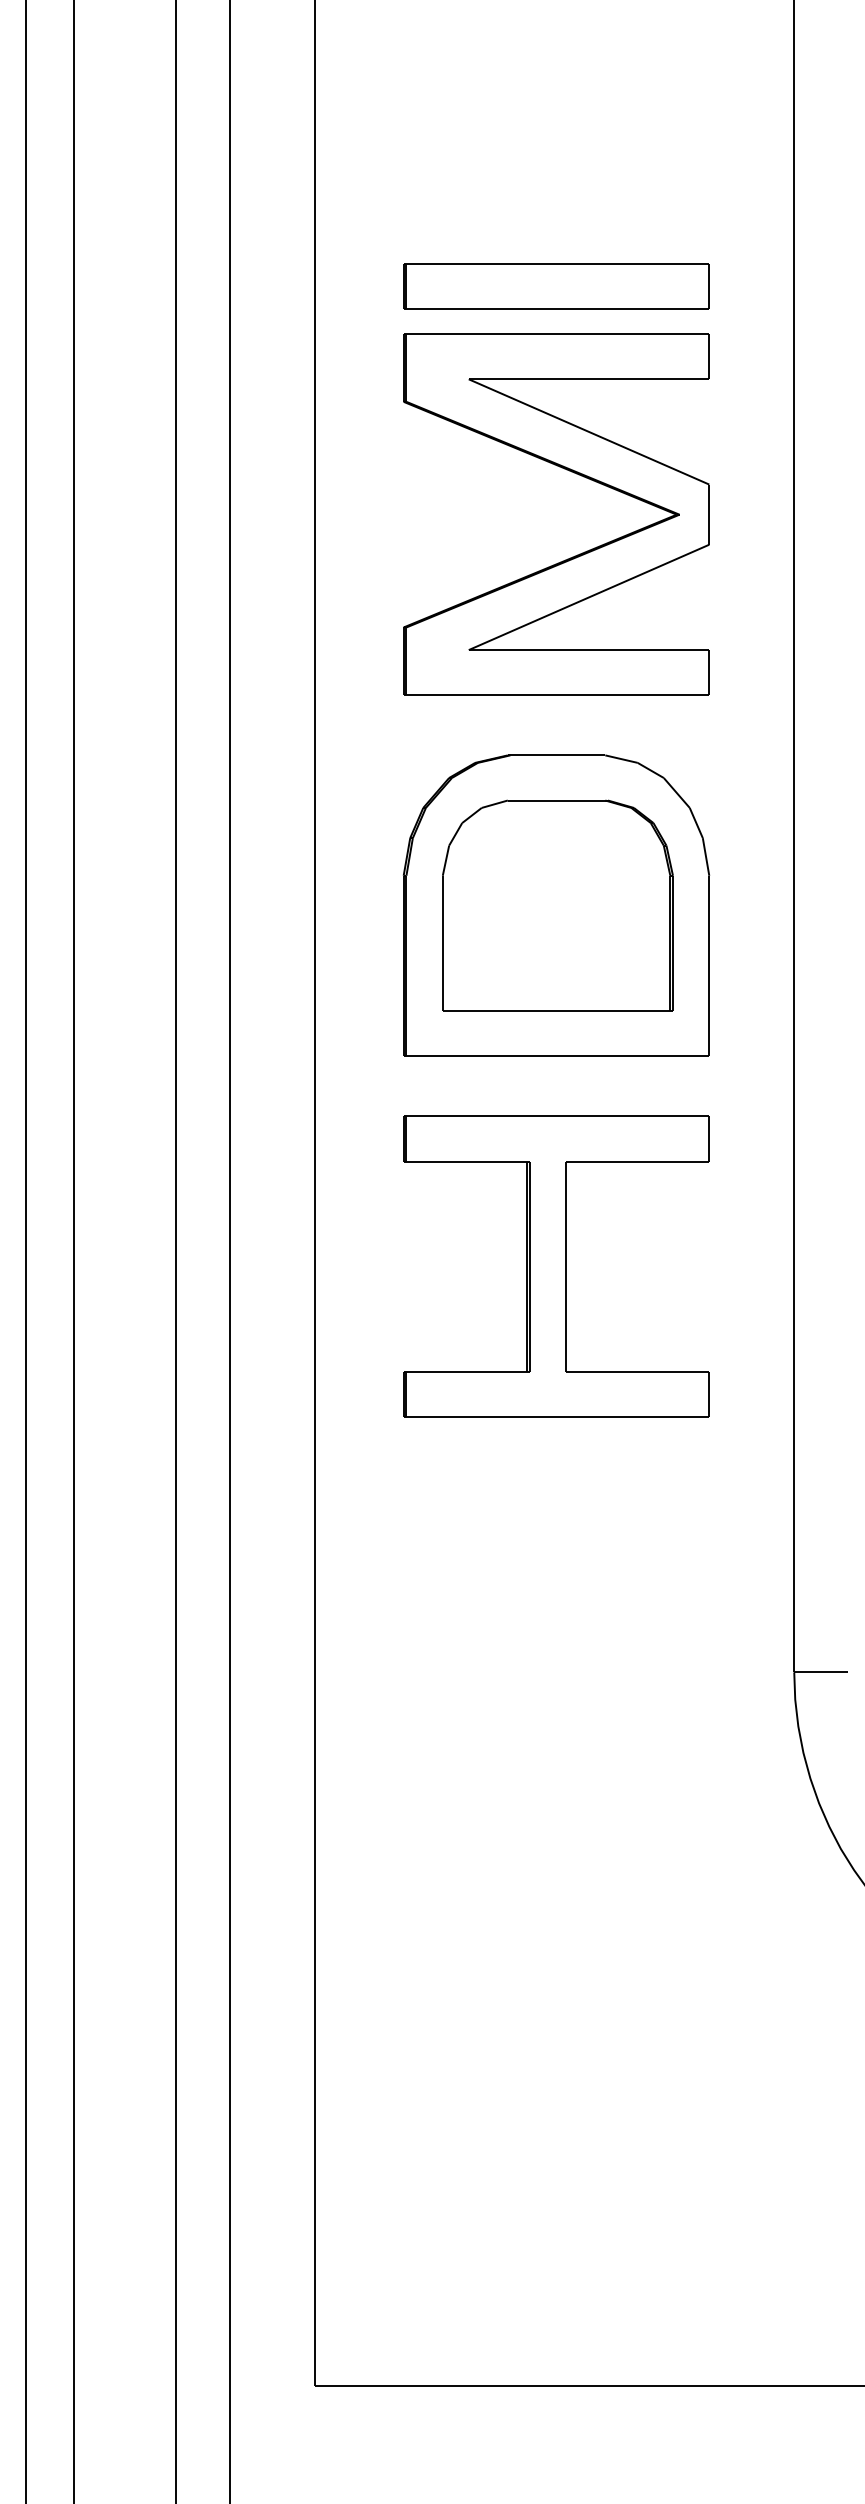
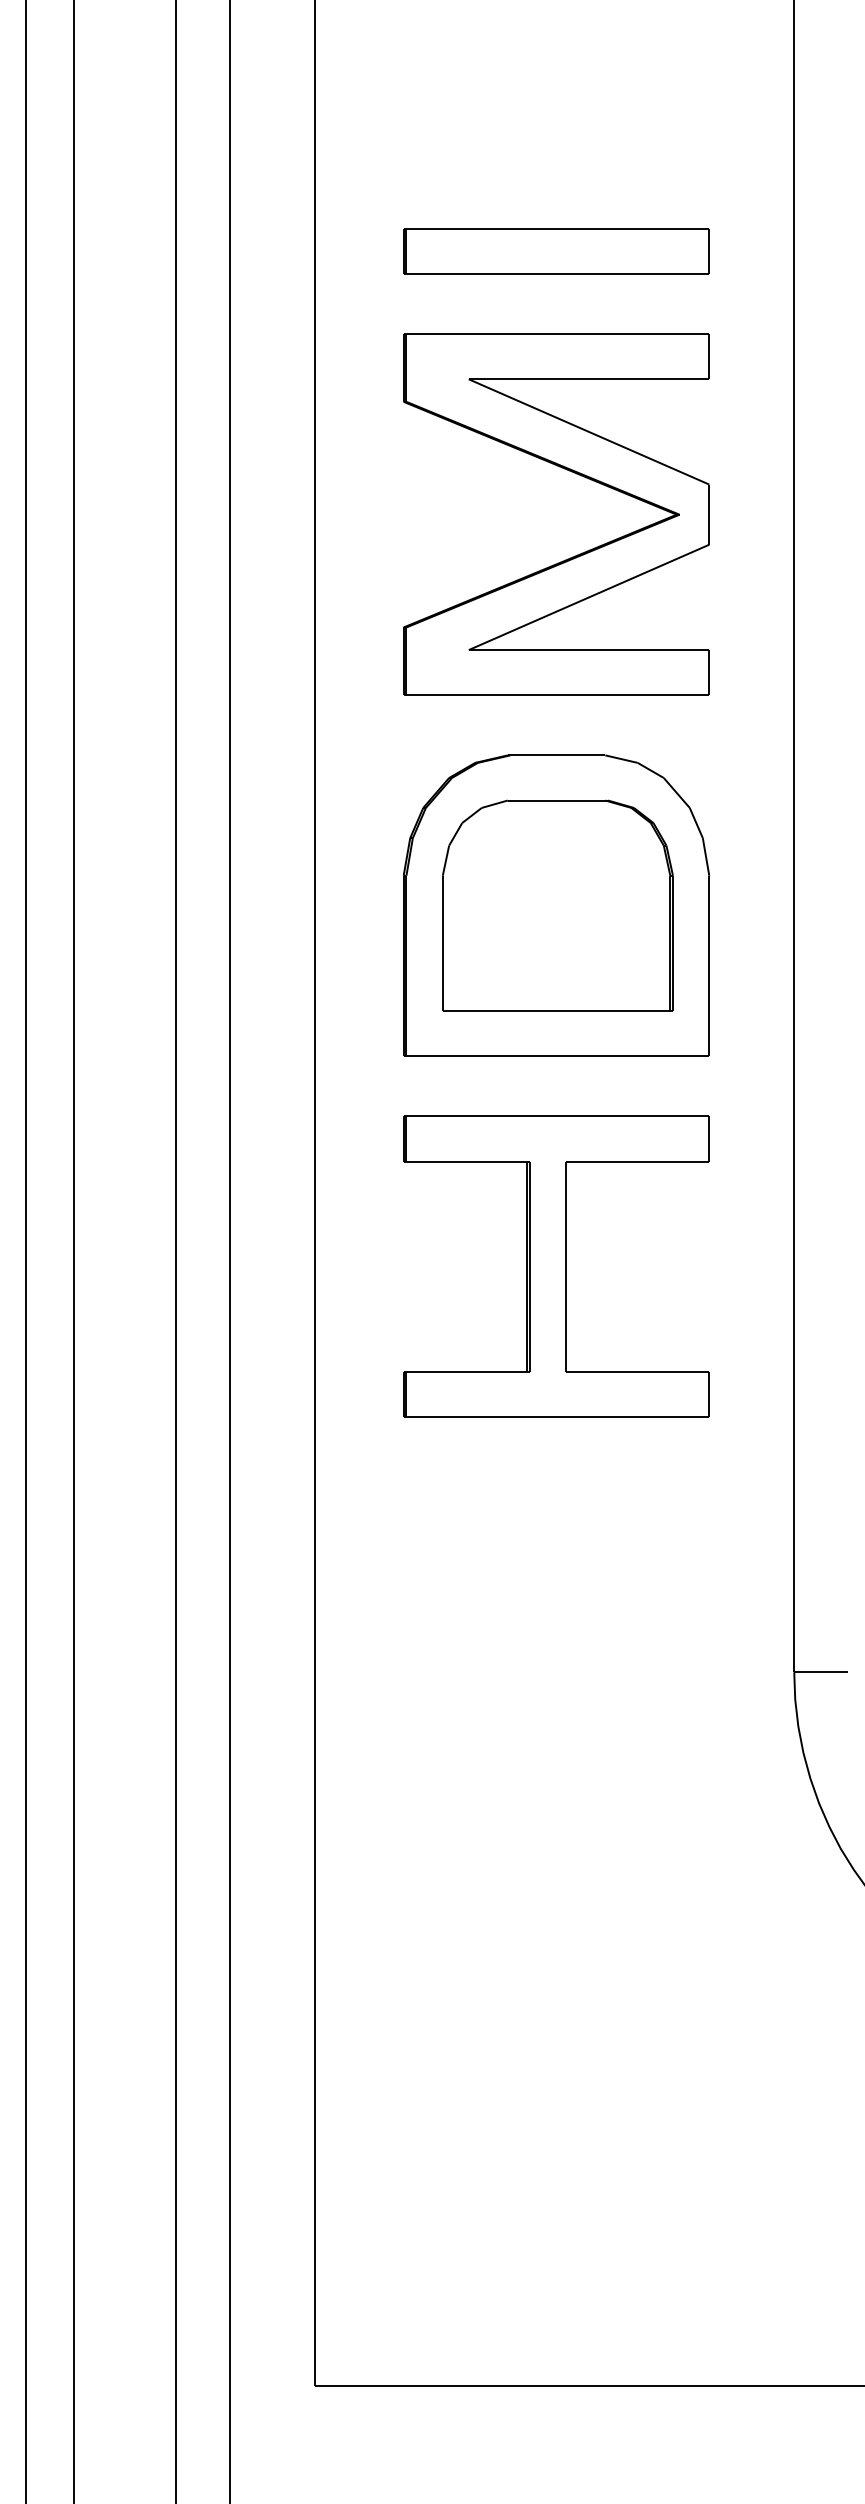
part at (556, 286) position: (556, 286) -> (556, 251)
